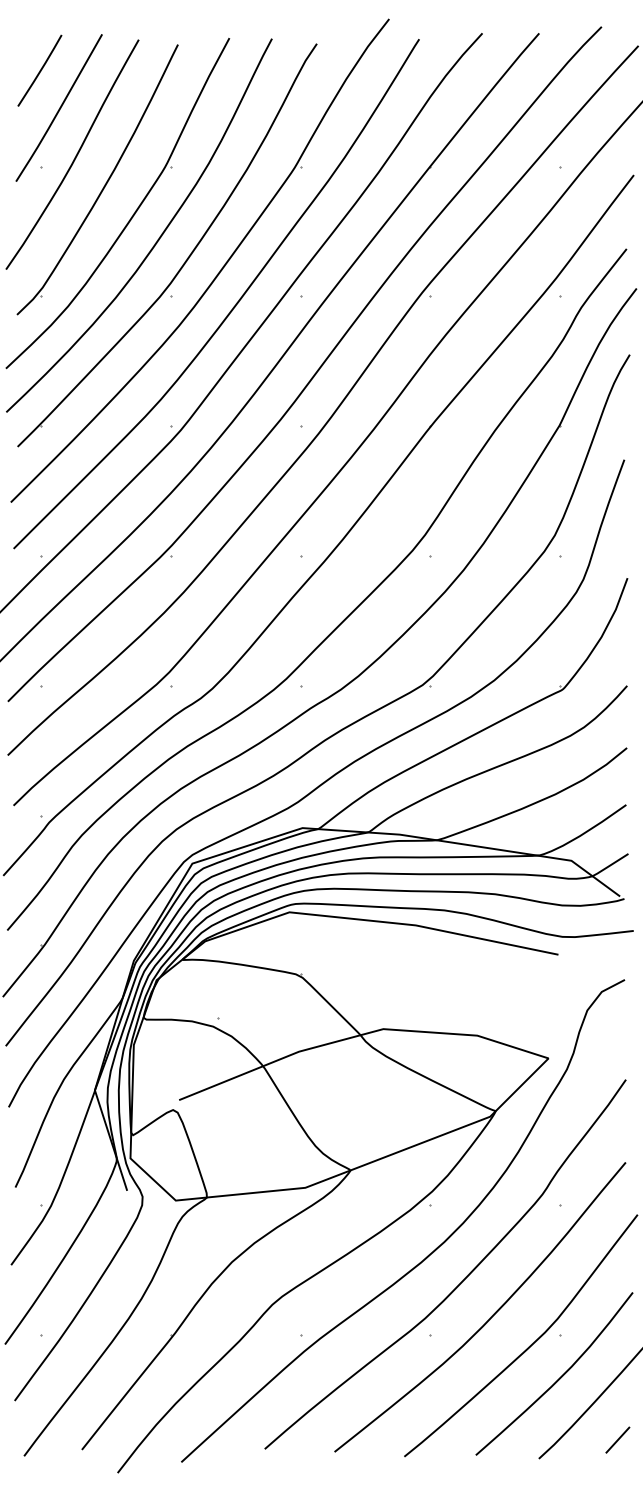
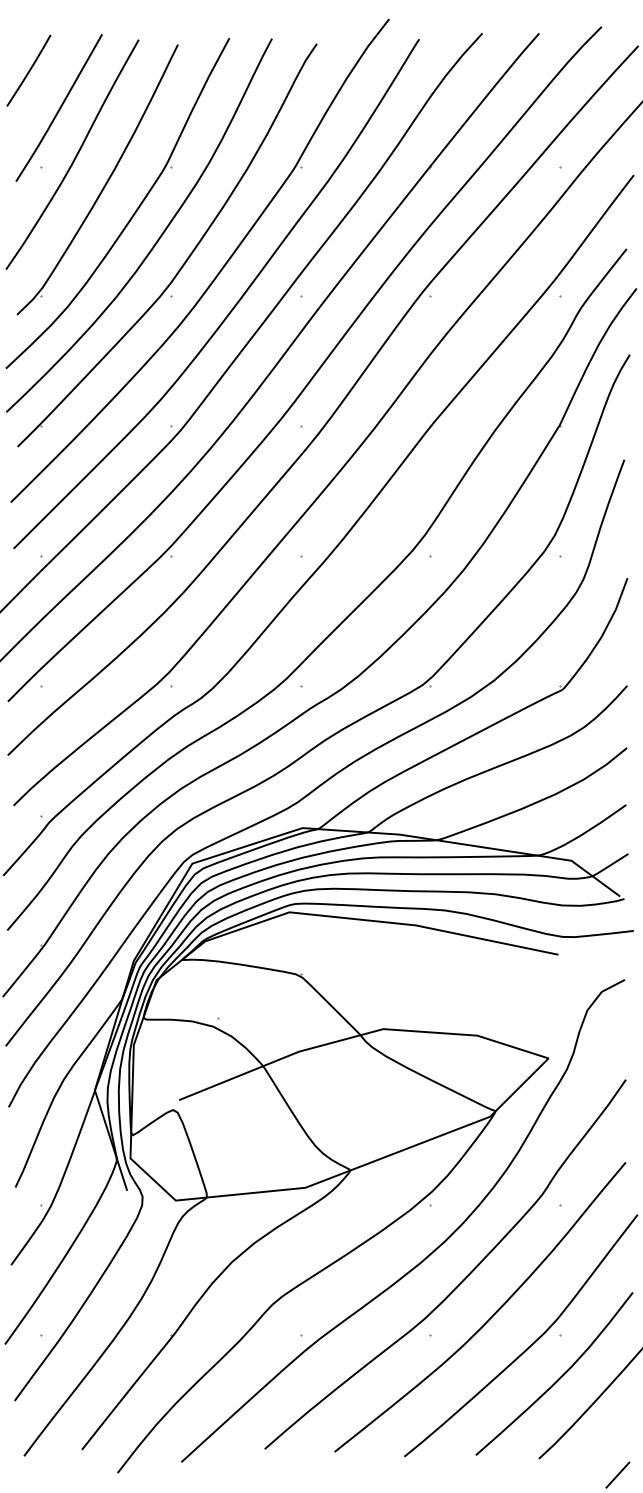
line at (39, 70) position: (39, 70) -> (28, 70)
line at (617, 1439) position: (617, 1439) -> (617, 1474)
